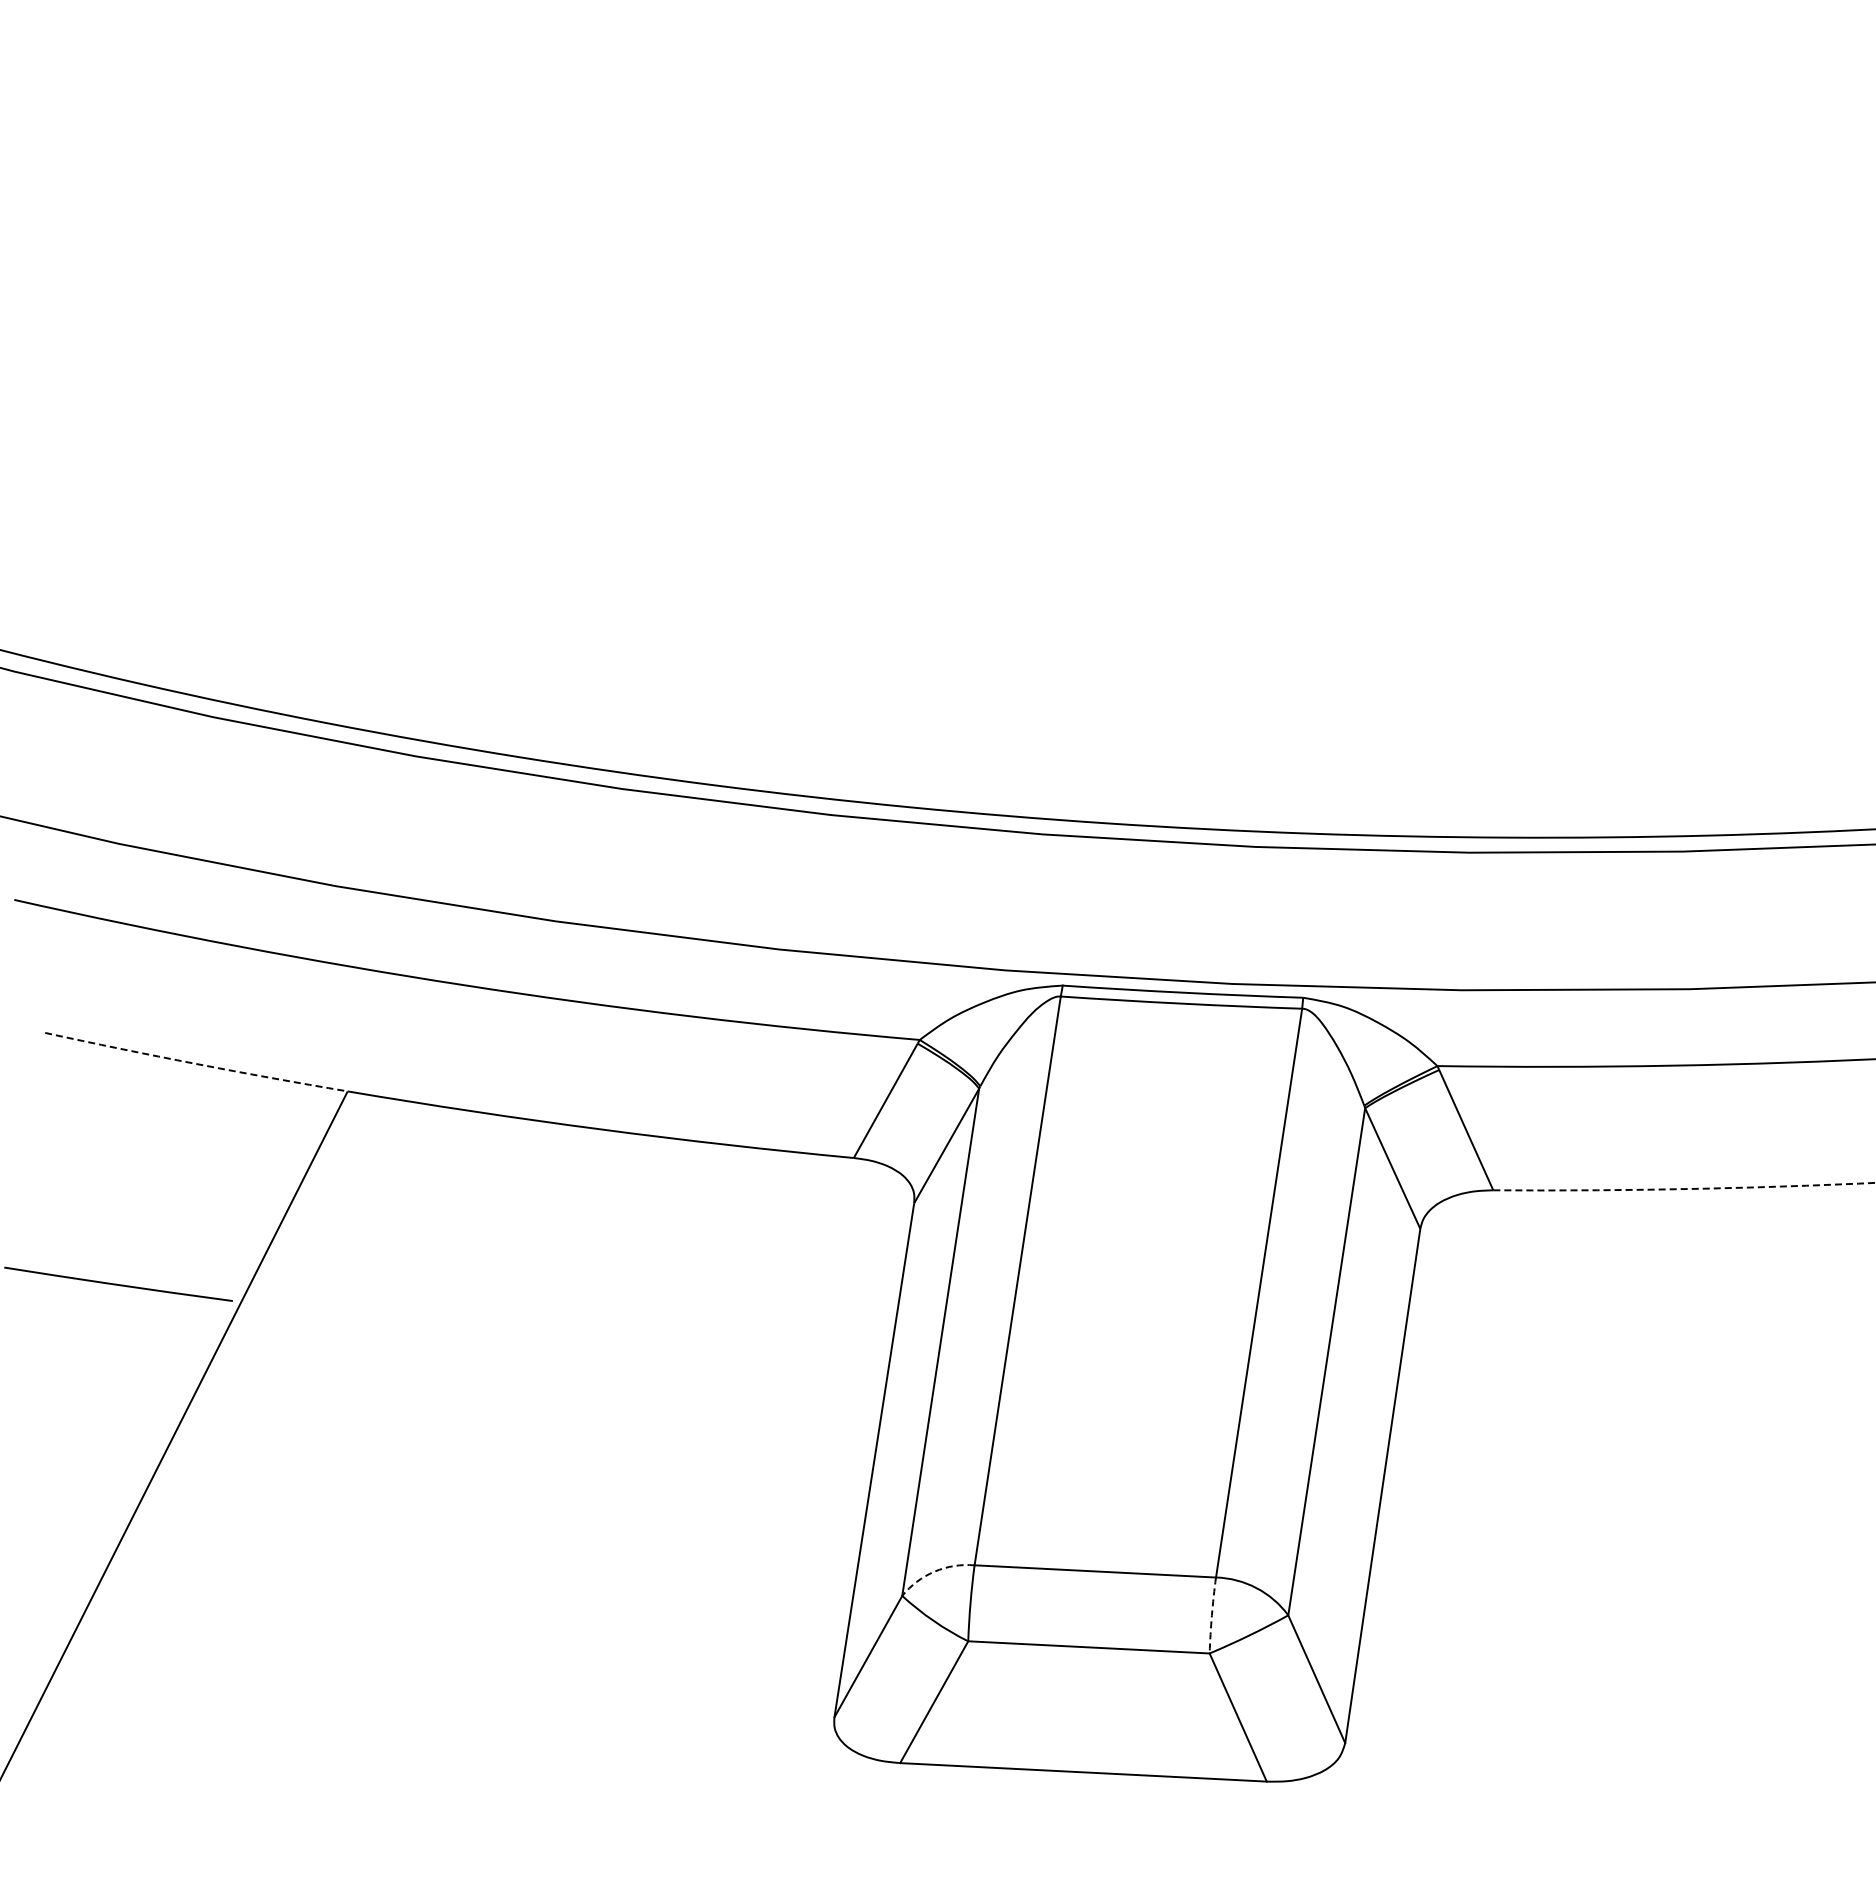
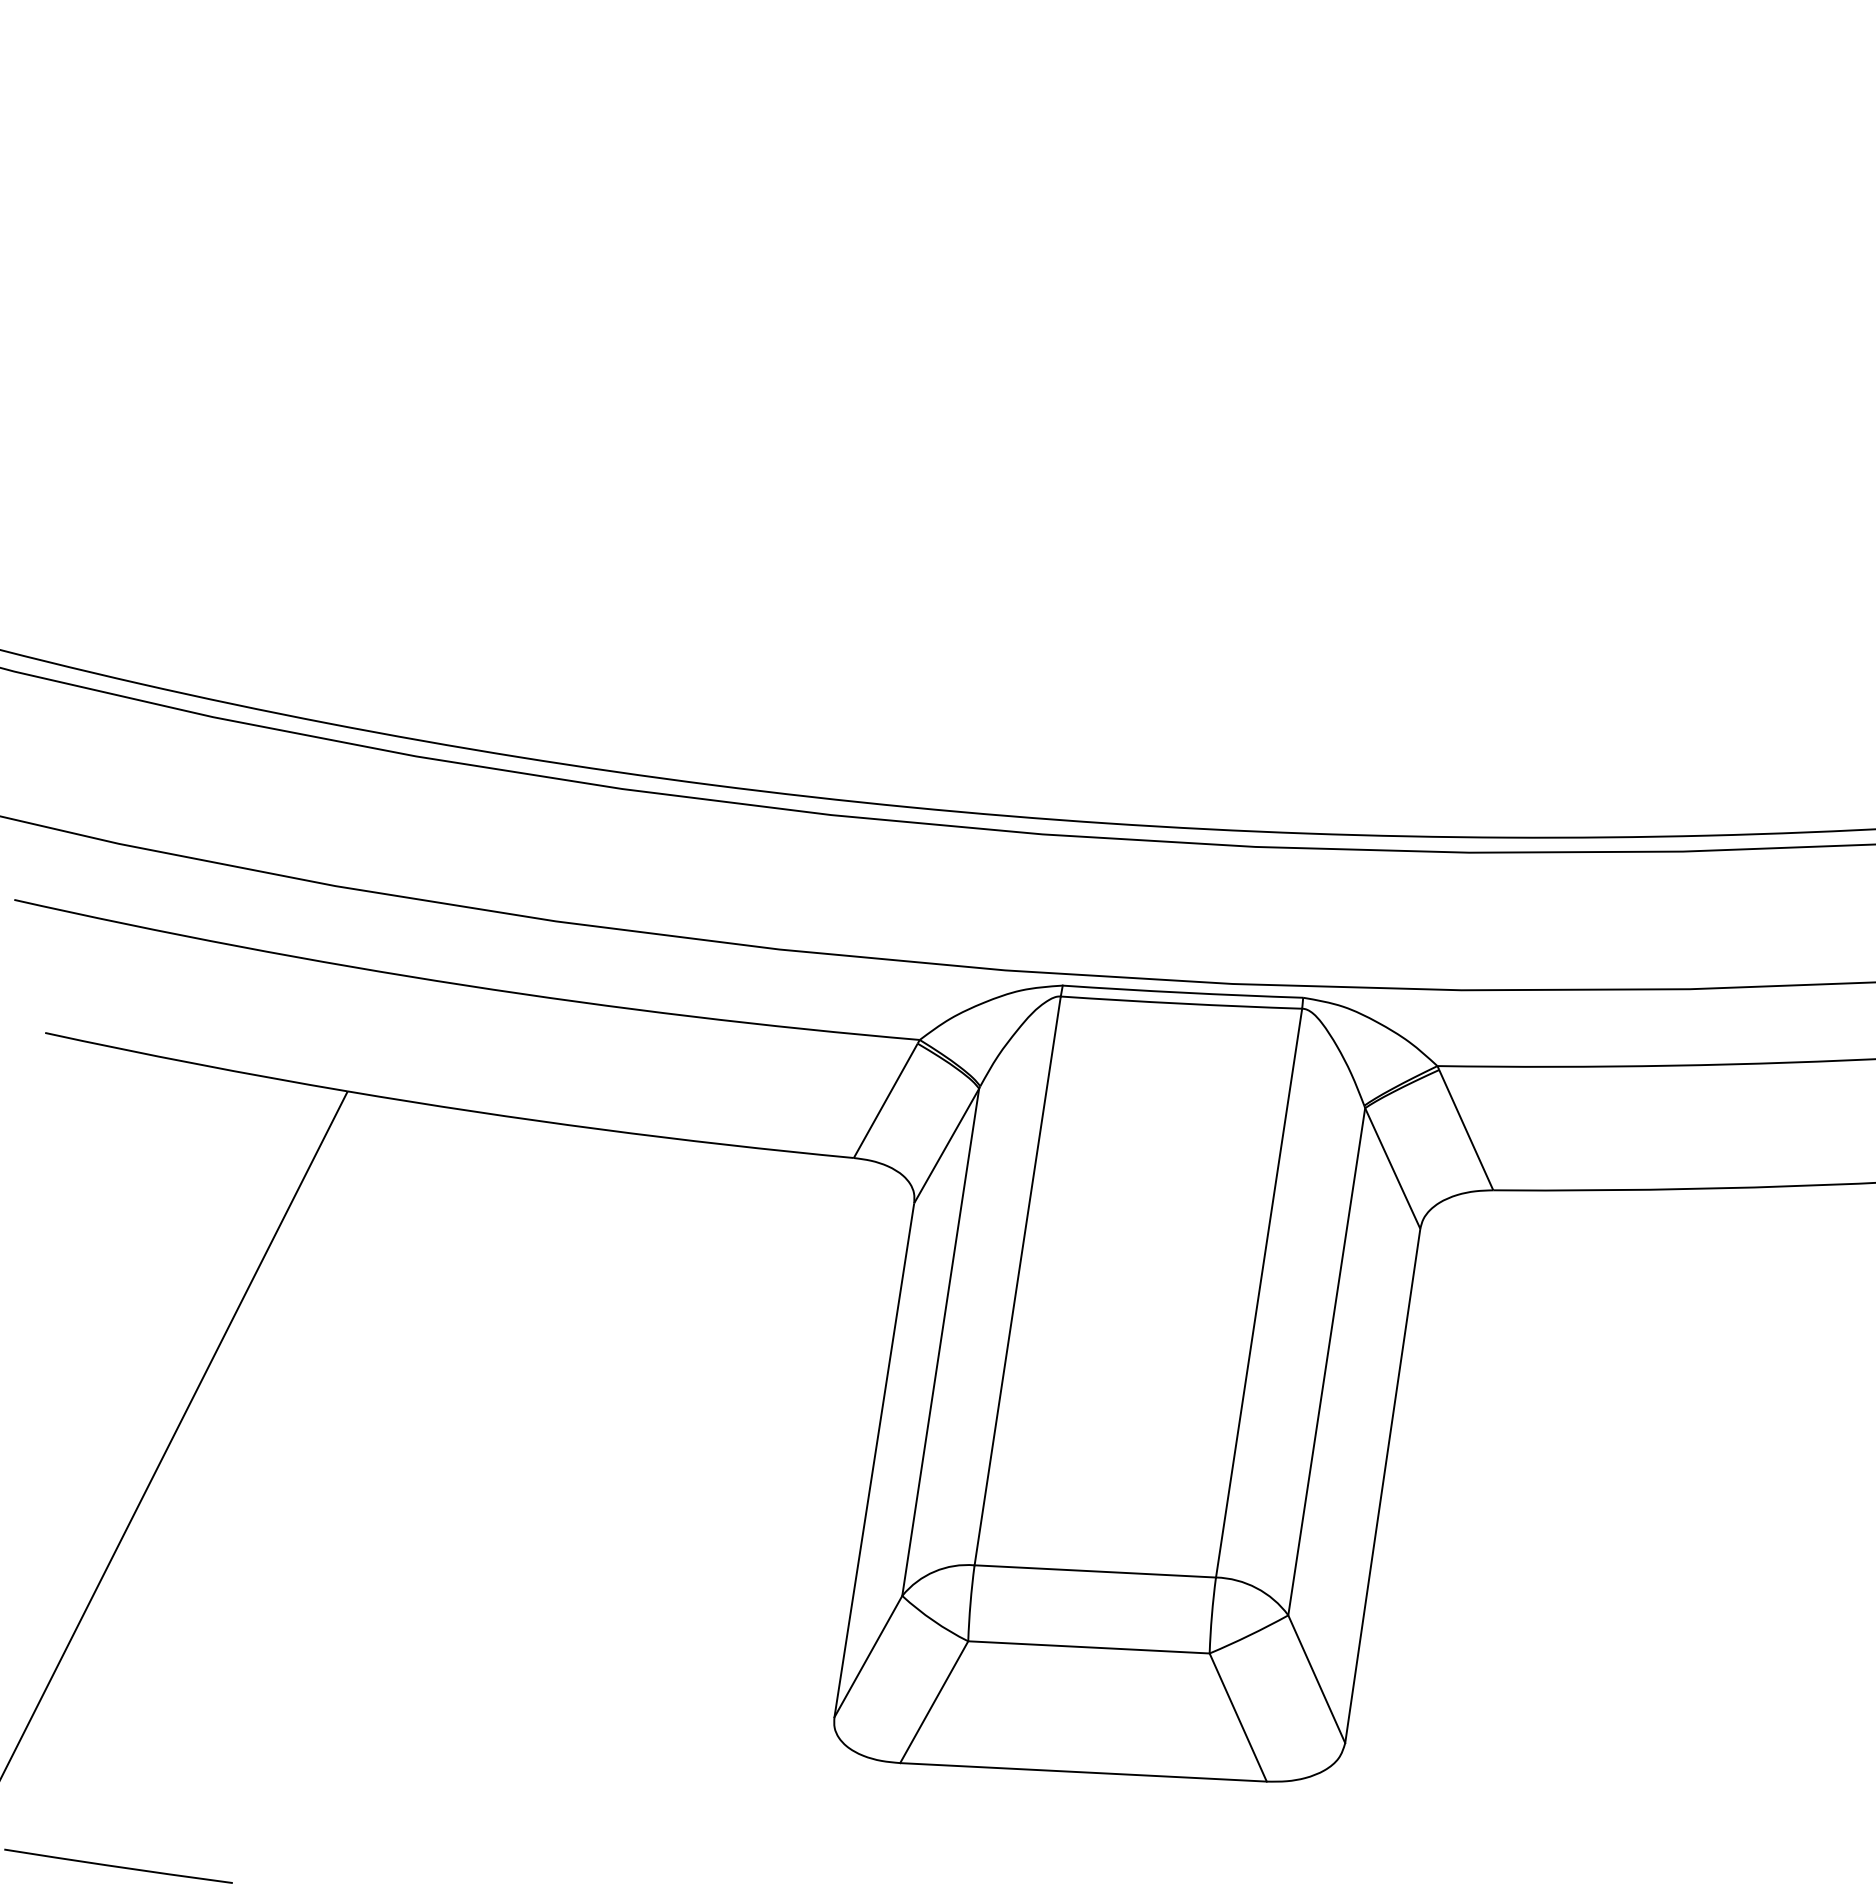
arc at (196, 1063): dashed -> solid
arc at (1685, 1189): dashed -> solid
line at (118, 1284) position: (118, 1284) -> (118, 1866)
arc at (934, 1571): dashed -> solid
arc at (1211, 1615): dashed -> solid
